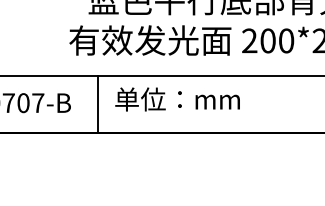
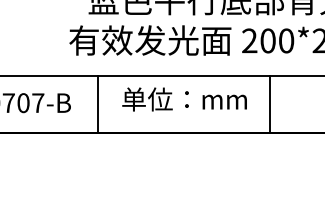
text at (177, 99) position: (177, 99) -> (184, 99)
line at (269, 104): none -> present
